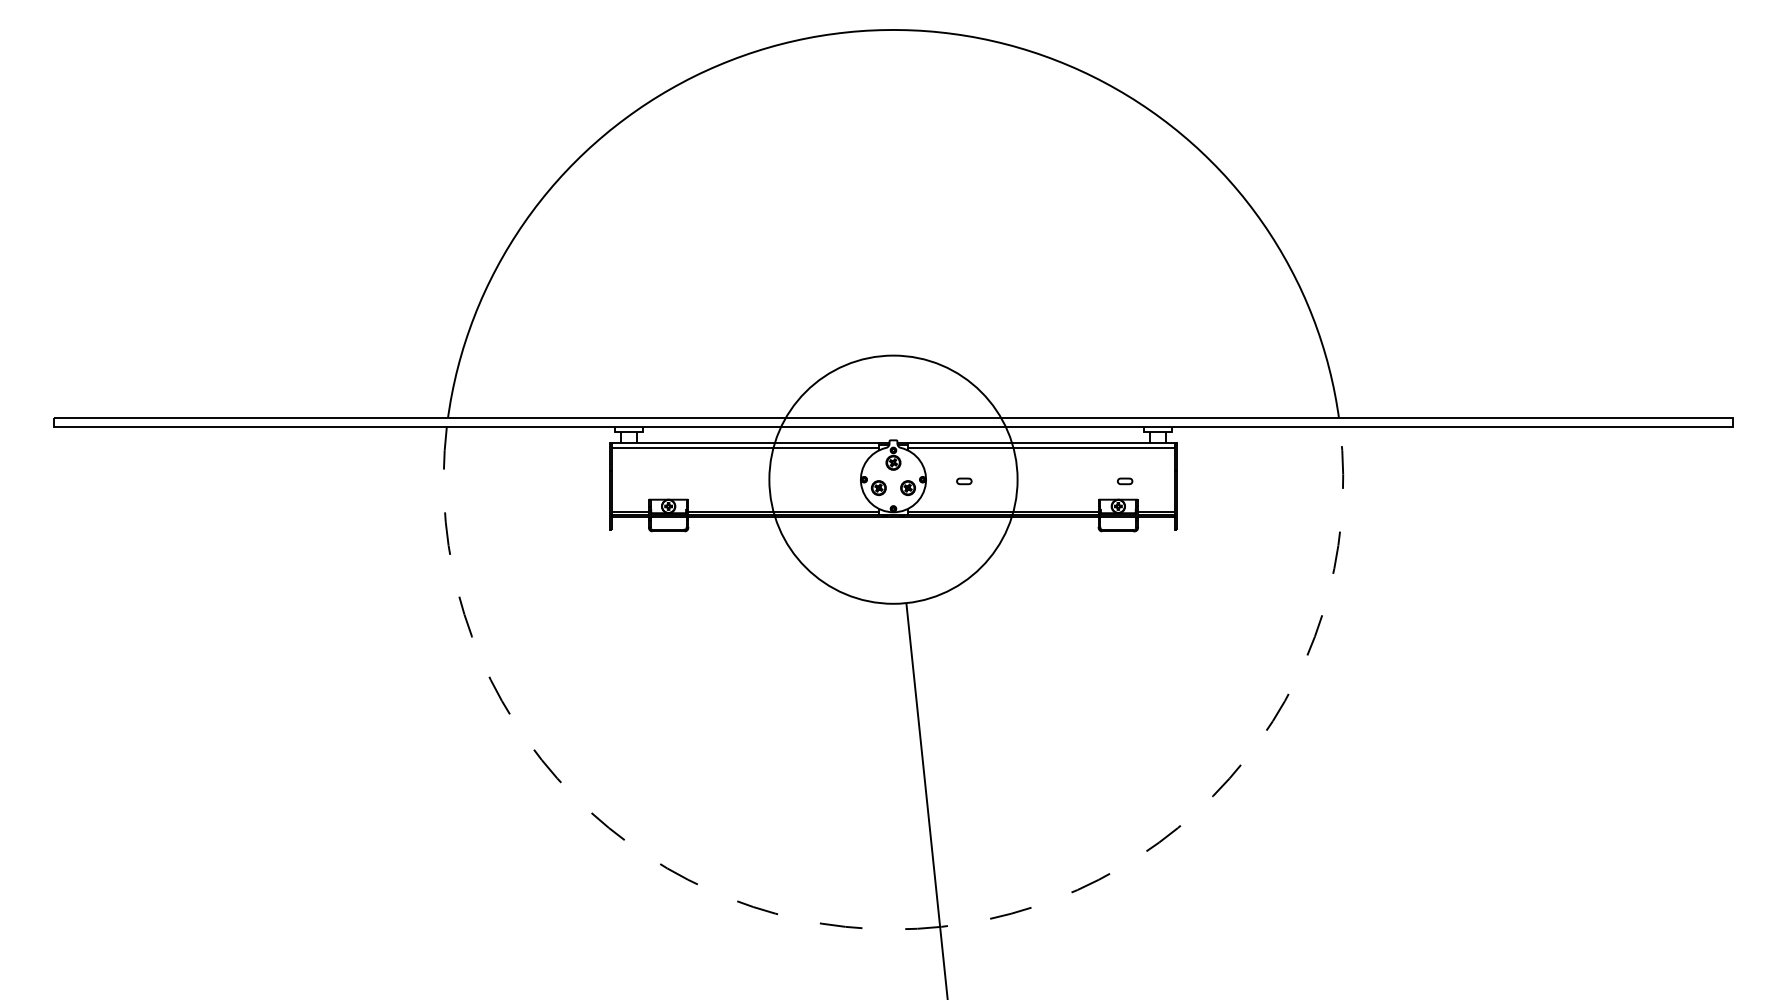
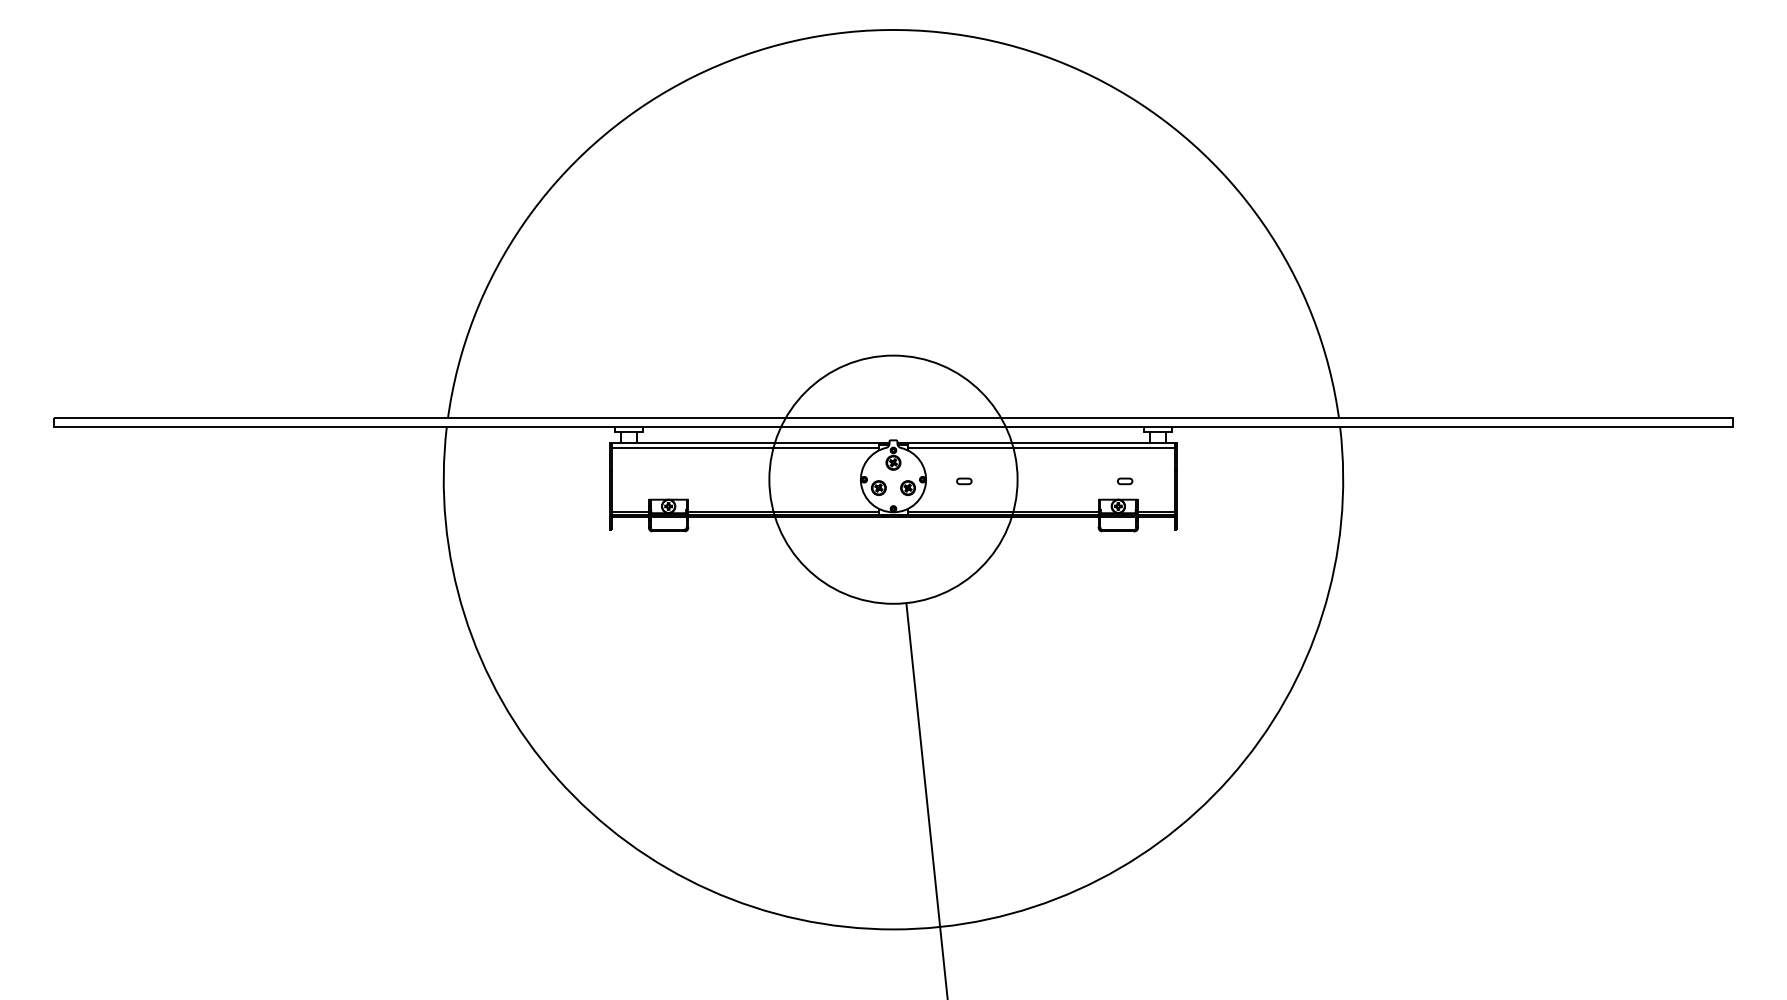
line at (893, 929): dashed -> solid
